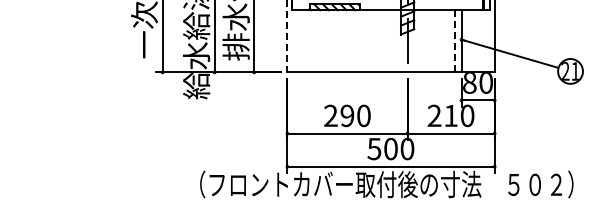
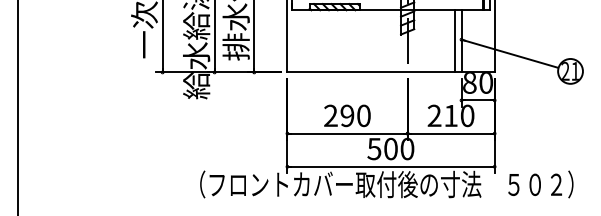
line at (287, 36): dashed -> solid
line at (455, 41): dashed -> solid
line at (18, 107): none -> present
